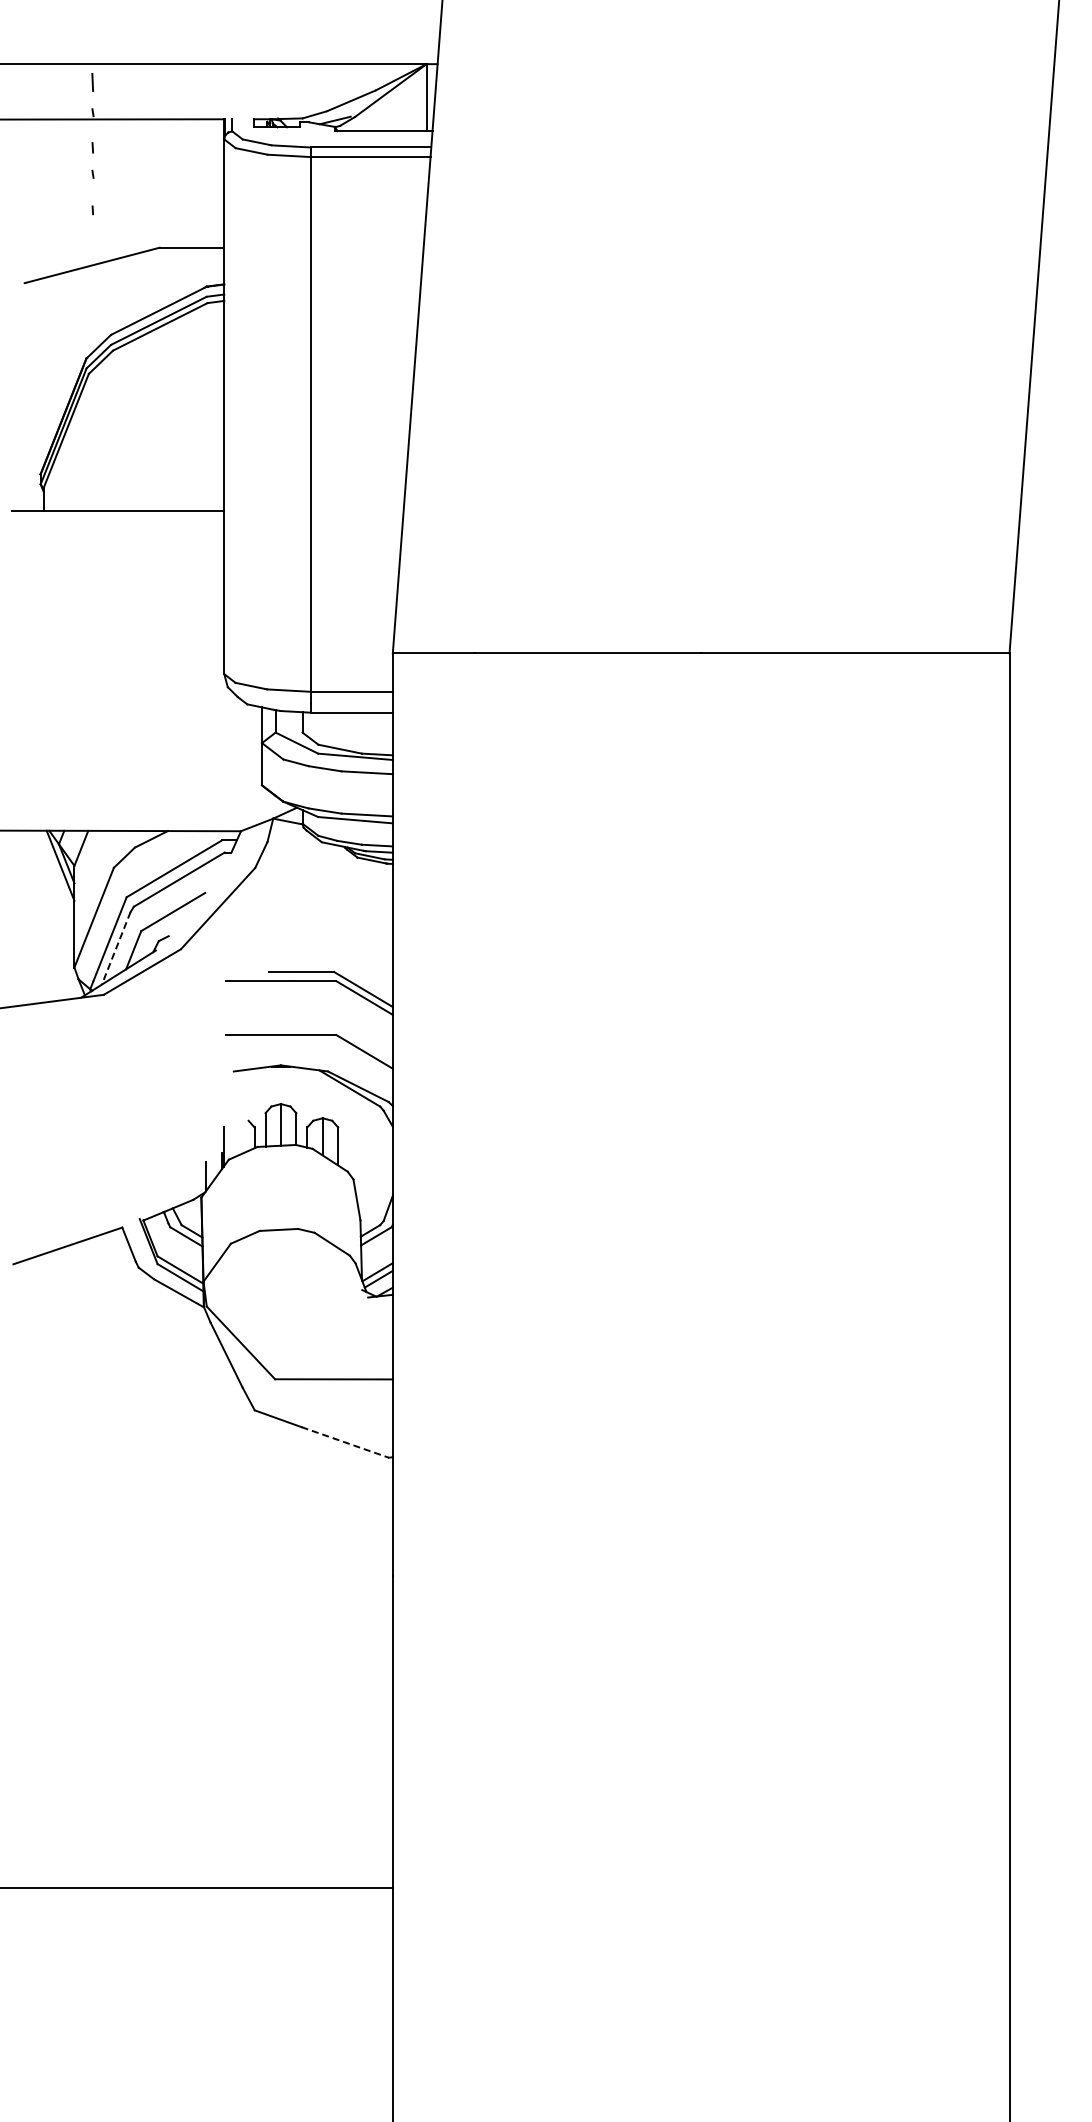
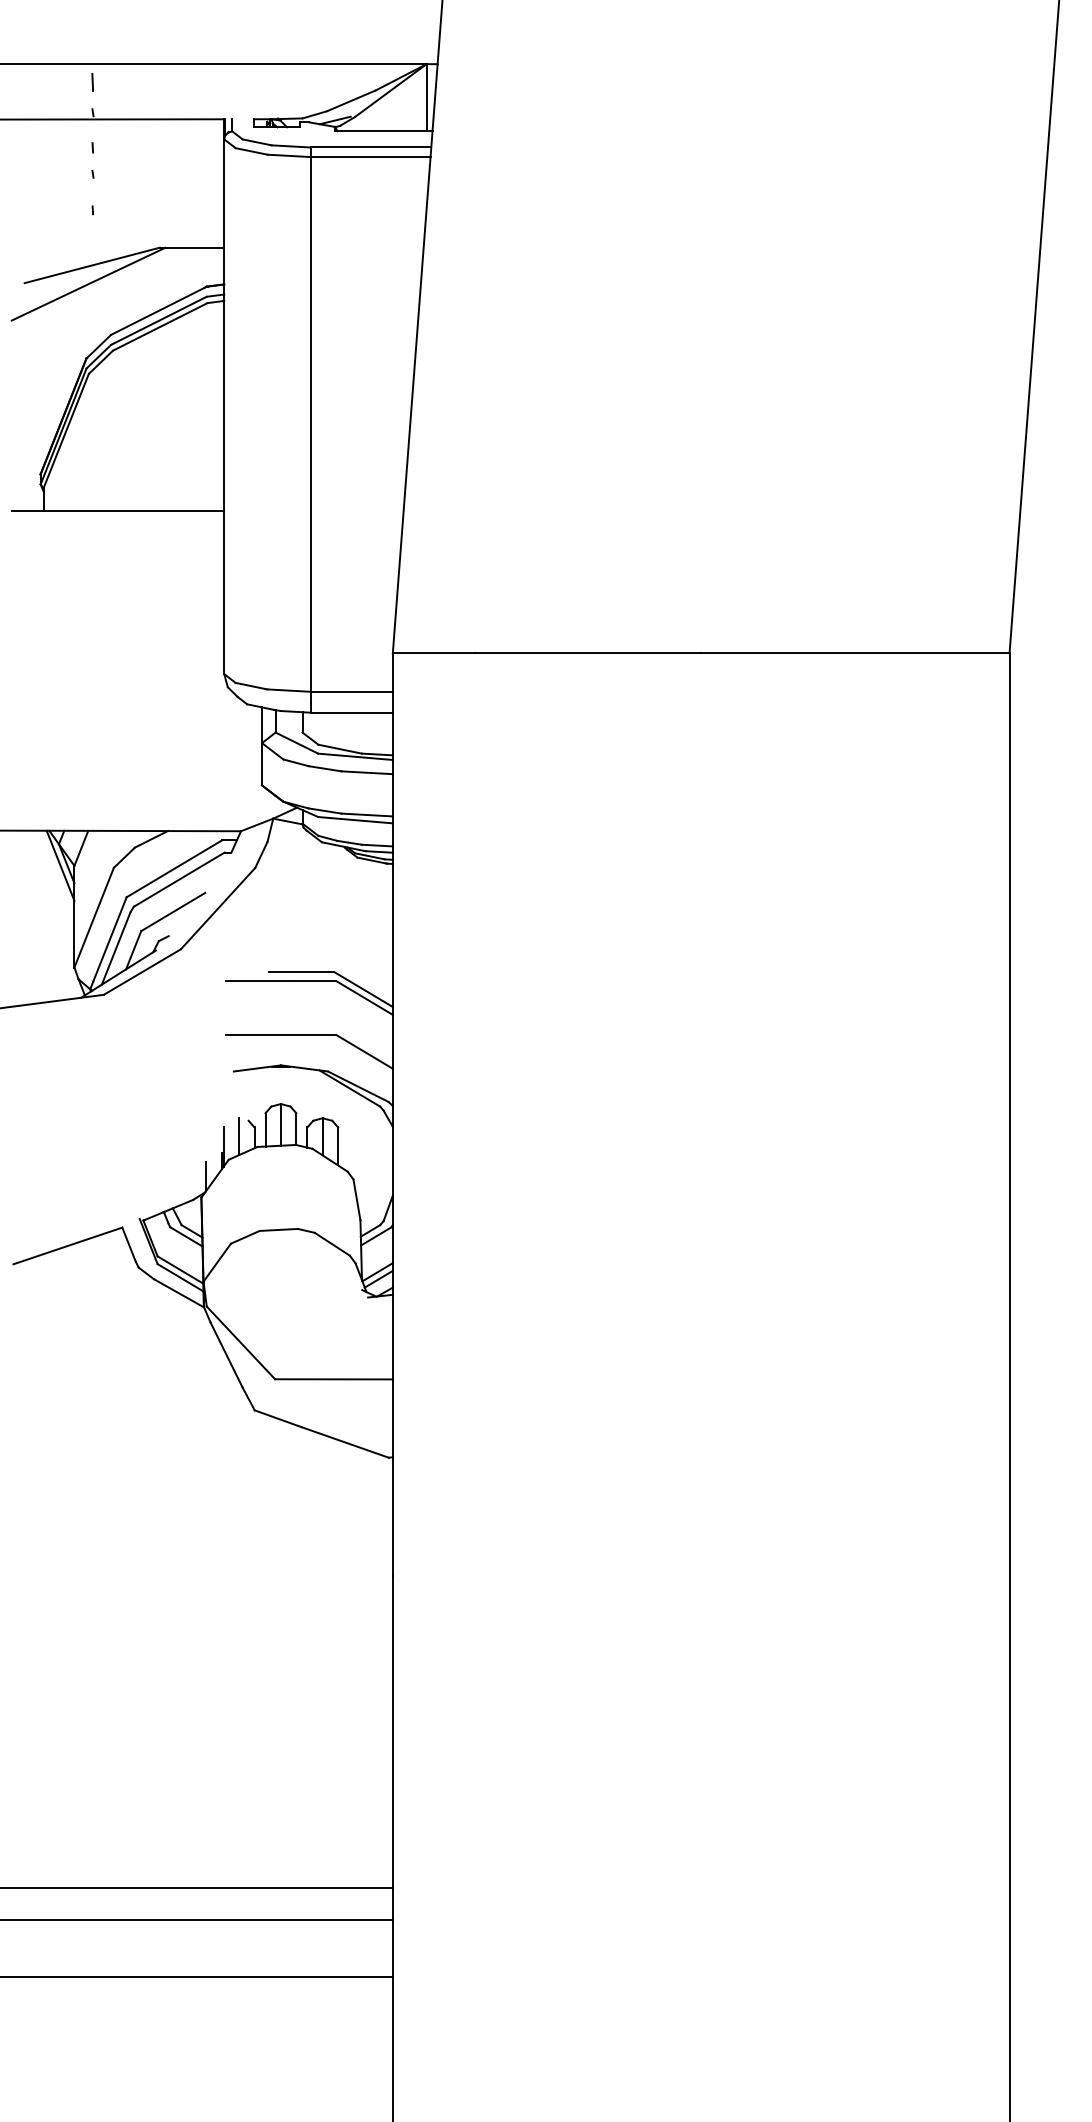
line at (88, 283): none -> present
line at (116, 948): dashed -> solid
line at (239, 1136): none -> present
line at (345, 1442): dashed -> solid
line at (197, 1919): none -> present
line at (197, 1976): none -> present
